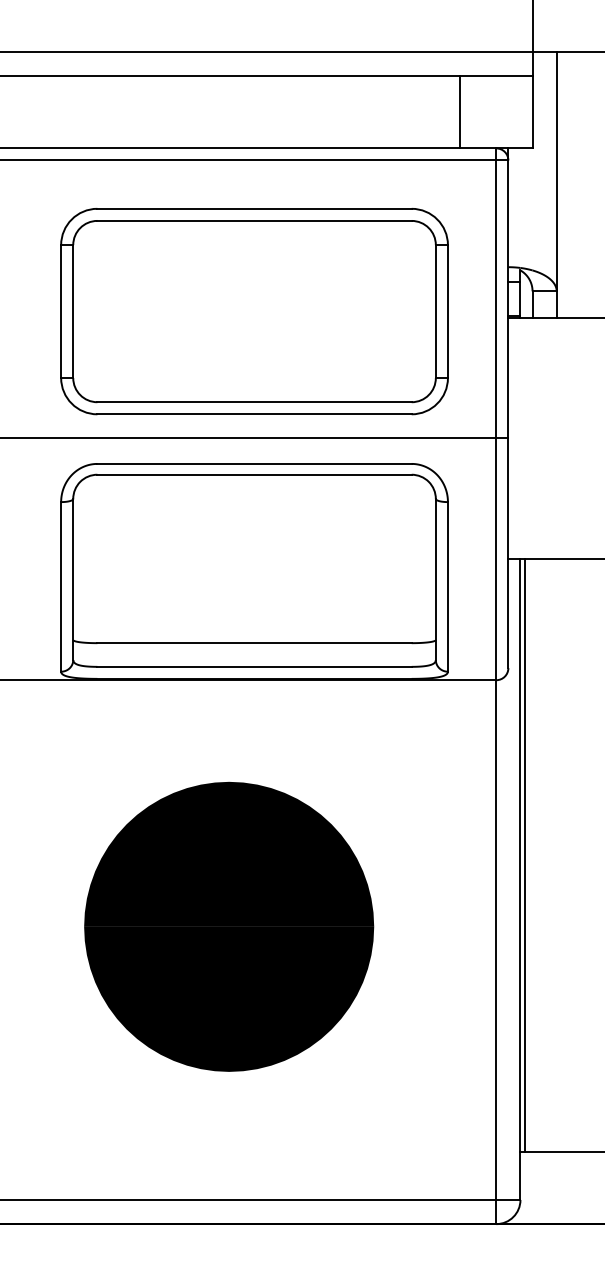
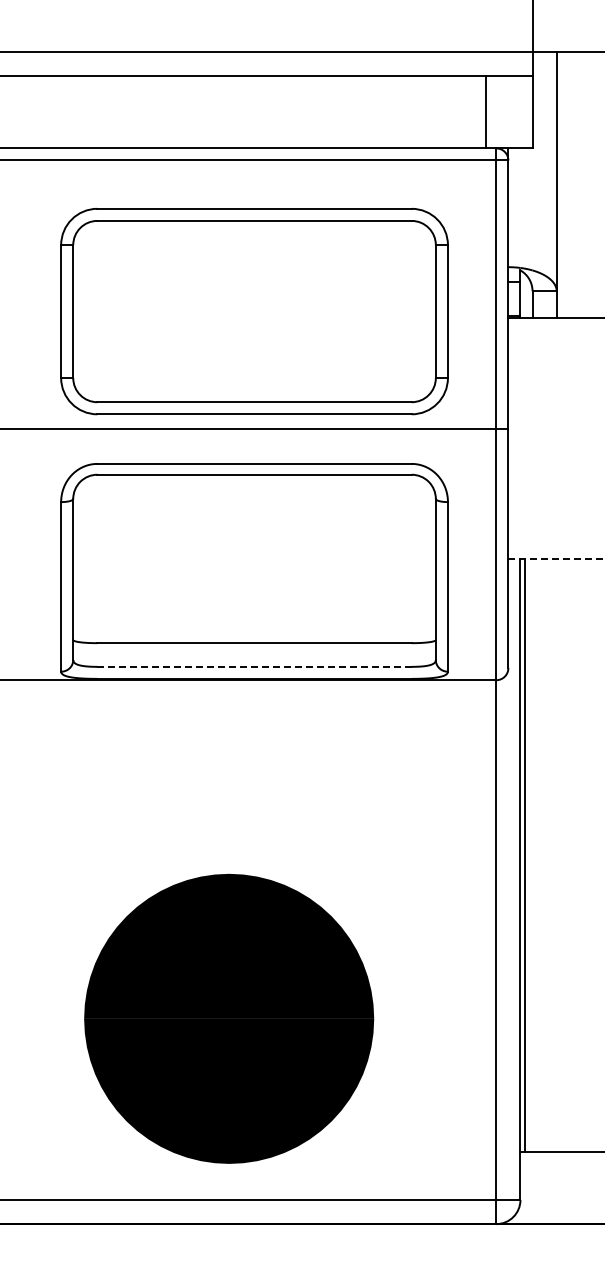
line at (460, 111) position: (460, 111) -> (486, 111)
line at (255, 438) position: (255, 438) -> (255, 429)
line at (556, 559): solid -> dashed
line at (254, 666): solid -> dashed
part at (229, 926) position: (229, 926) -> (229, 1018)
